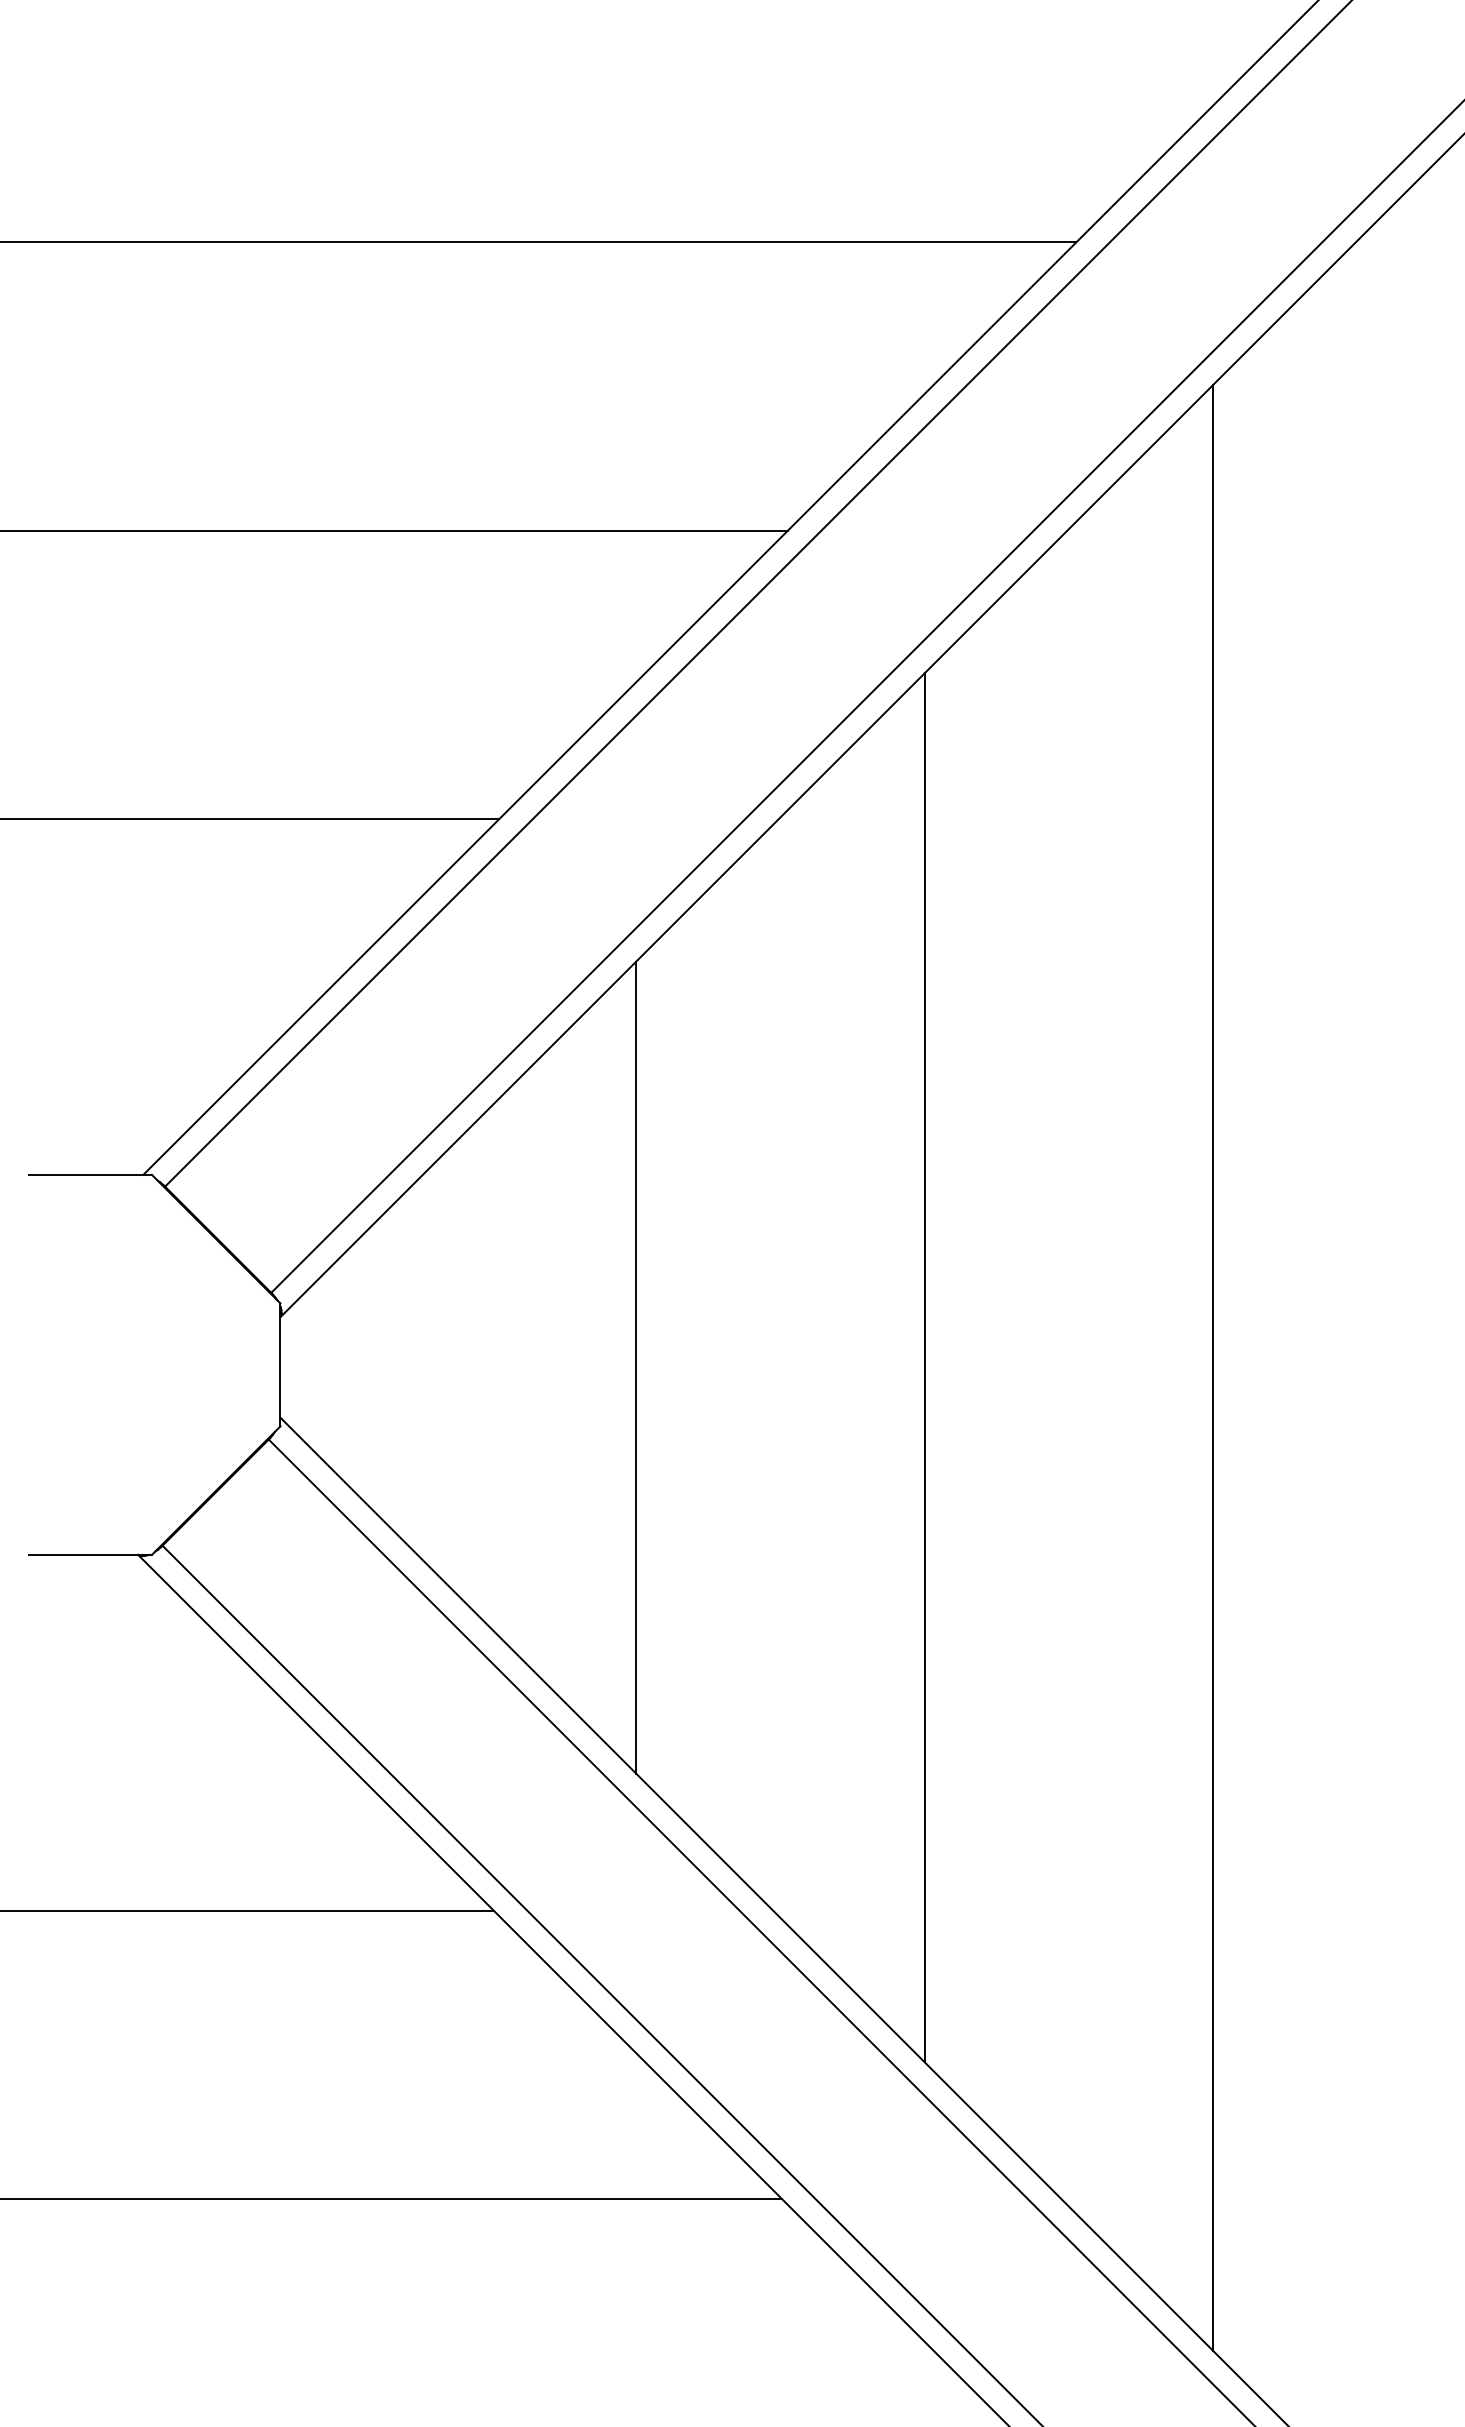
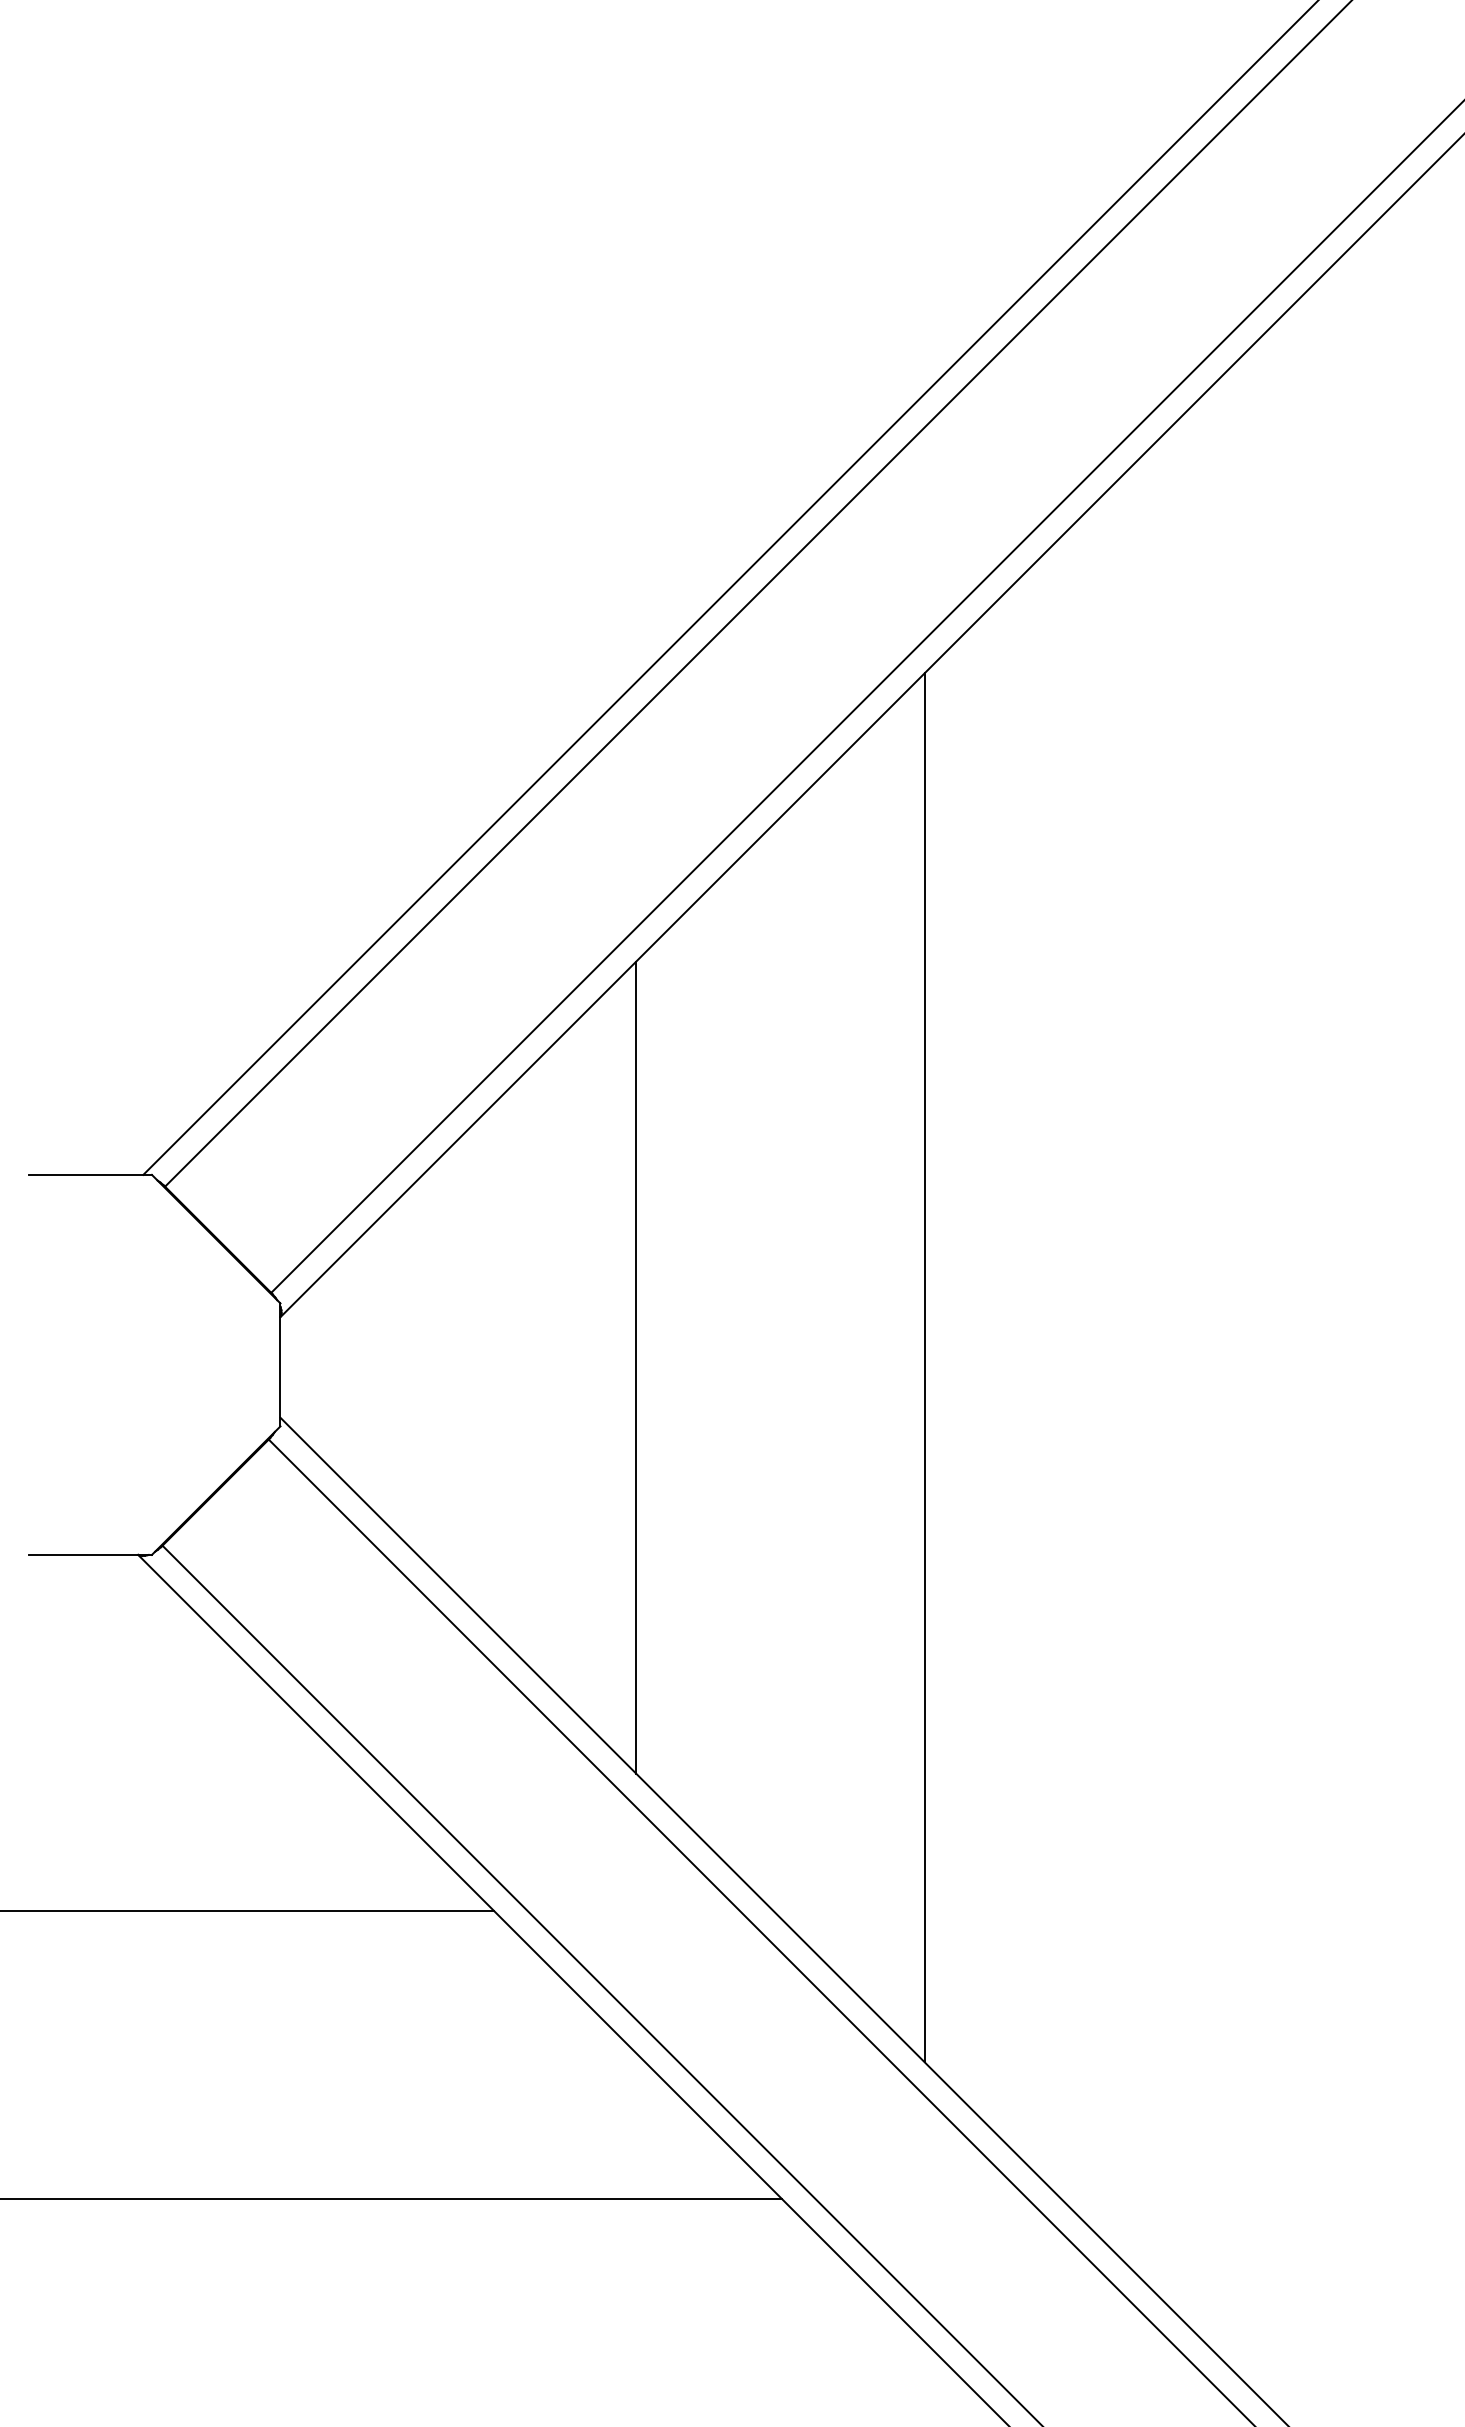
line at (539, 242): present -> none
line at (394, 530): present -> none
line at (250, 819): present -> none
line at (1213, 1367): present -> none
